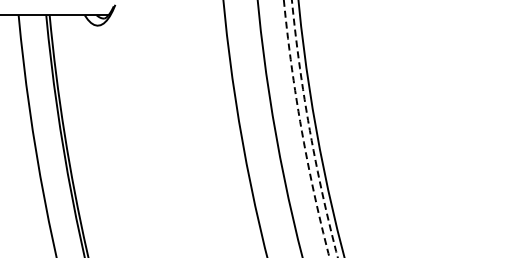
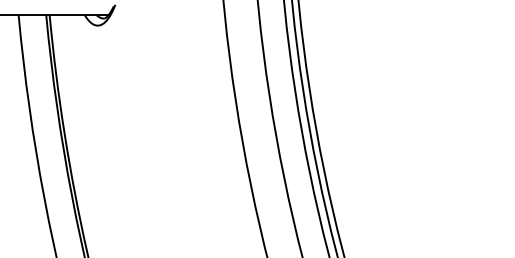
circle at (306, 128): dashed -> solid
circle at (314, 128): dashed -> solid
